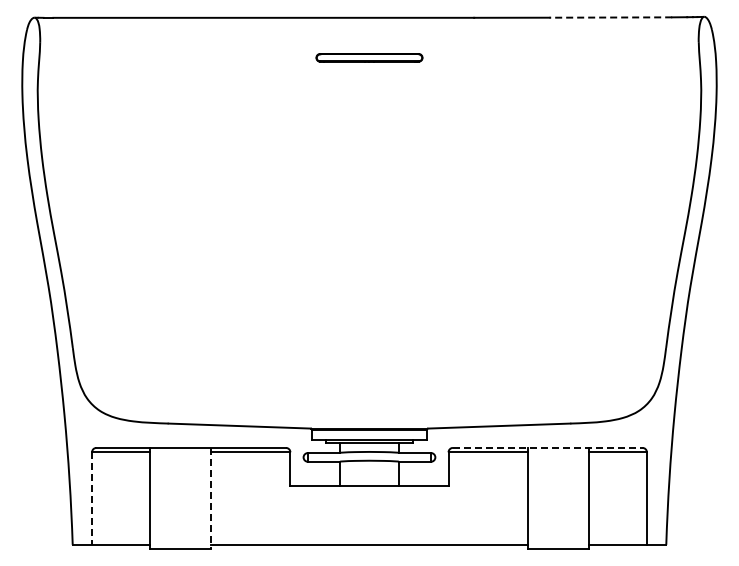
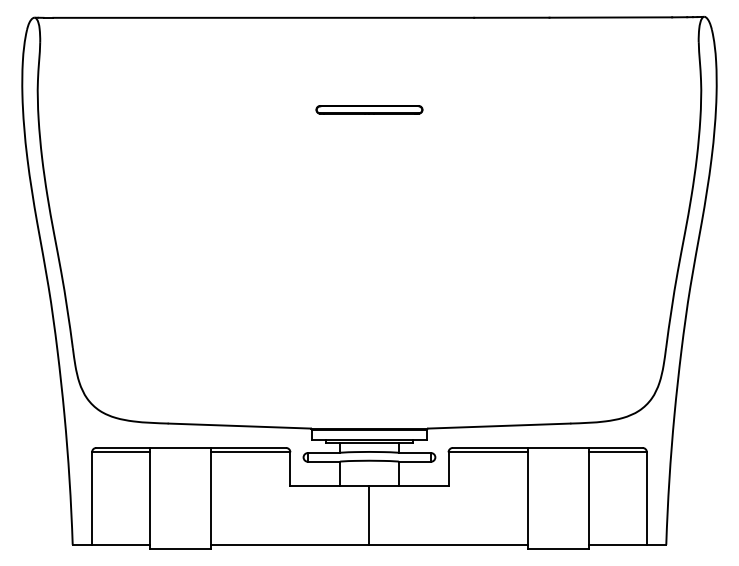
line at (610, 17): dashed -> solid
part at (369, 57) position: (369, 57) -> (369, 109)
line at (547, 447): dashed -> solid
line at (211, 498): dashed -> solid
line at (92, 499): dashed -> solid
line at (369, 514): none -> present
